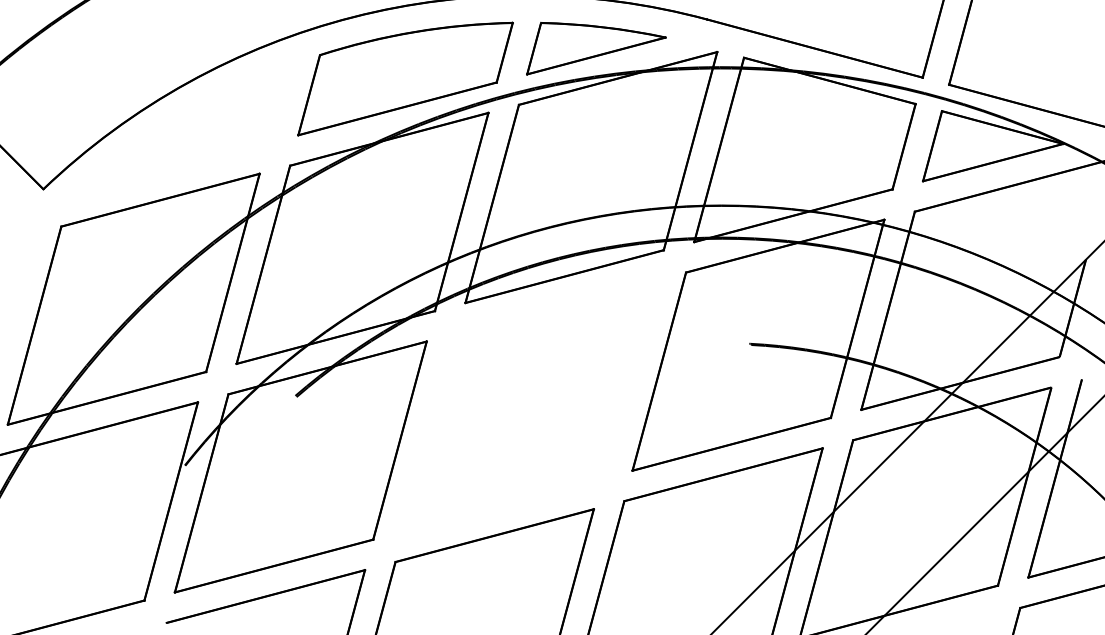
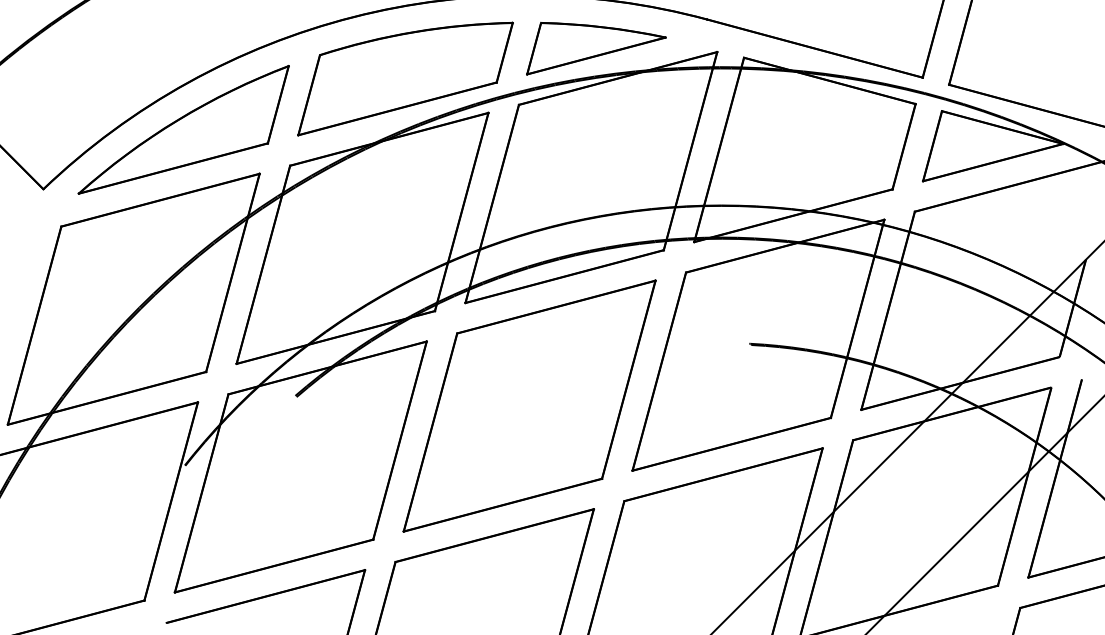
part at (183, 129): none -> present
part at (529, 405): none -> present
